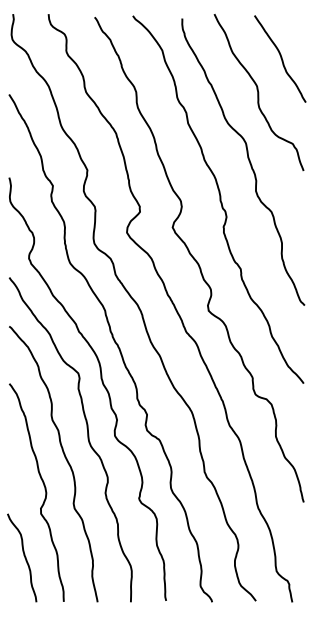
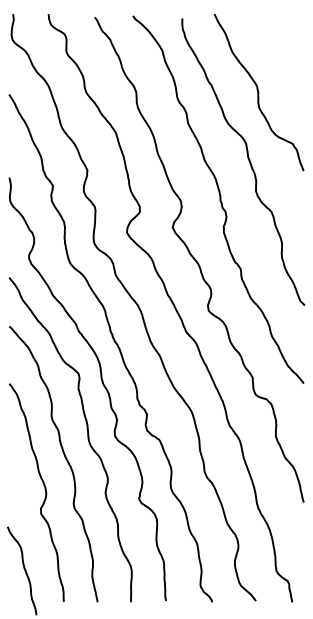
curve at (280, 58): present -> none
curve at (24, 557) position: (24, 557) -> (24, 570)
